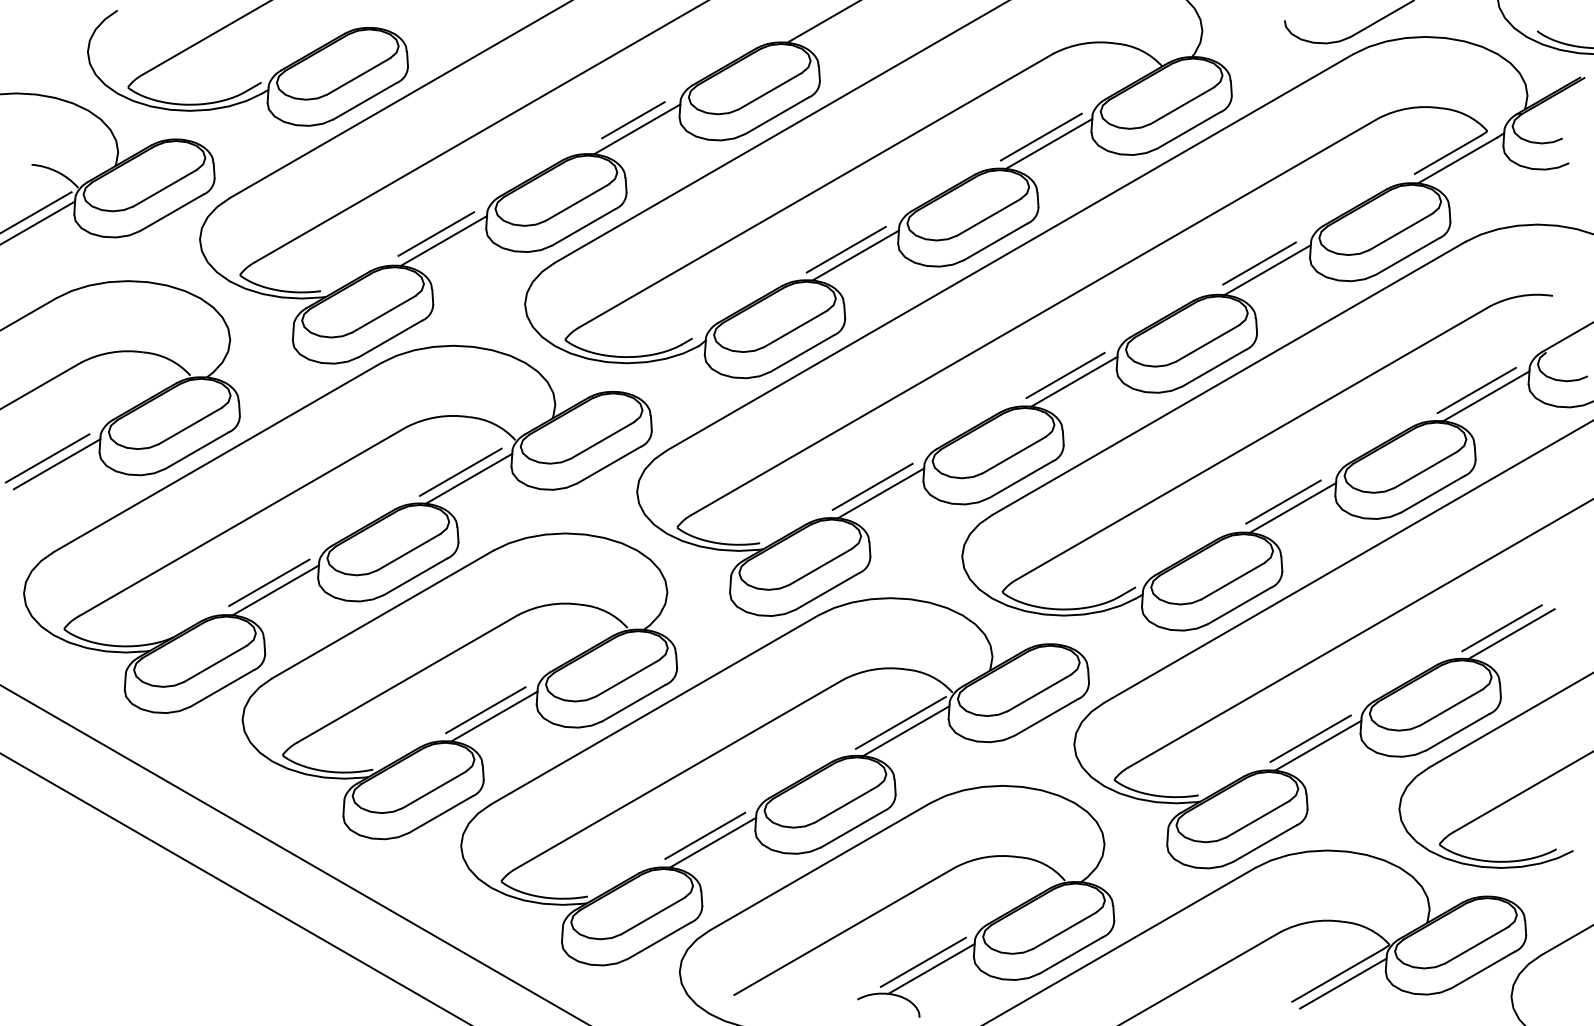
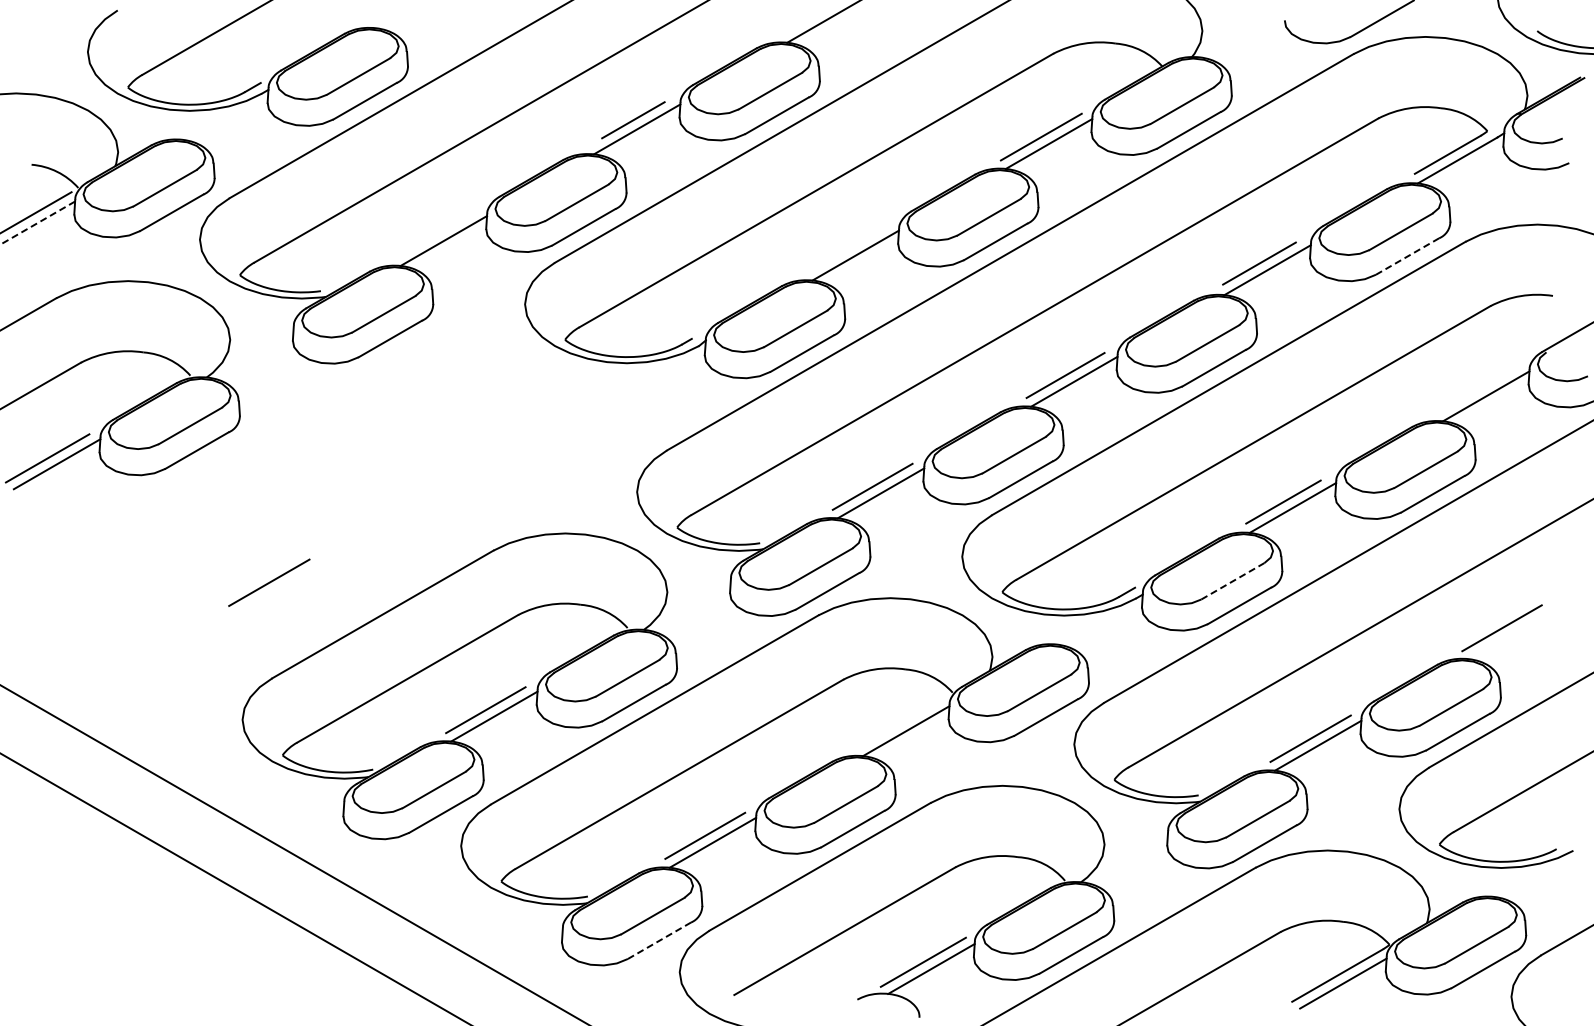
line at (37, 222): solid -> dashed
line at (436, 233): present -> none
line at (845, 249): present -> none
line at (1407, 256): solid -> dashed
line at (1476, 390): present -> none
part at (337, 528): present -> none
line at (1233, 581): solid -> dashed
line at (1511, 634): present -> none
line at (900, 722): present -> none
line at (659, 940): solid -> dashed
